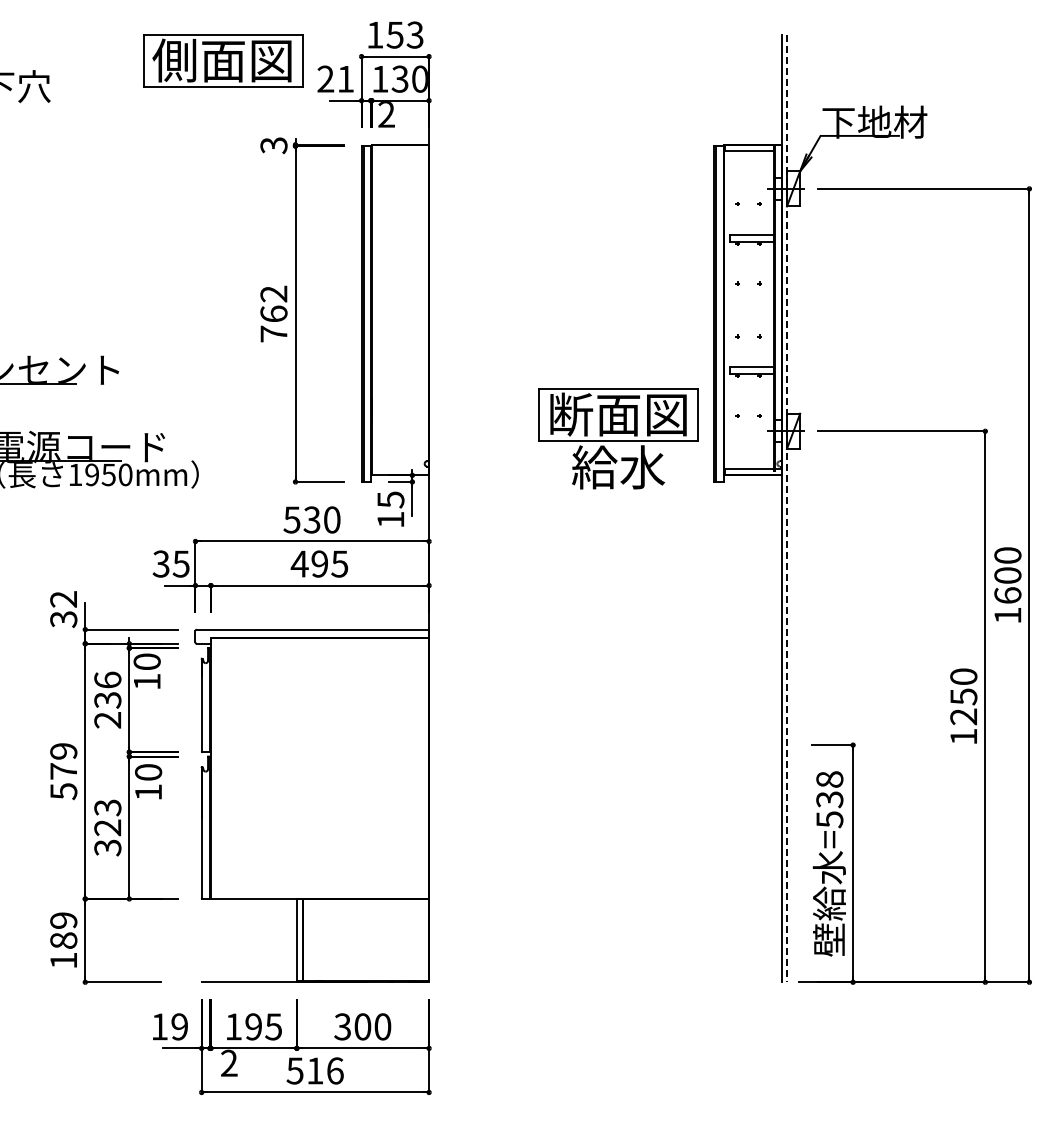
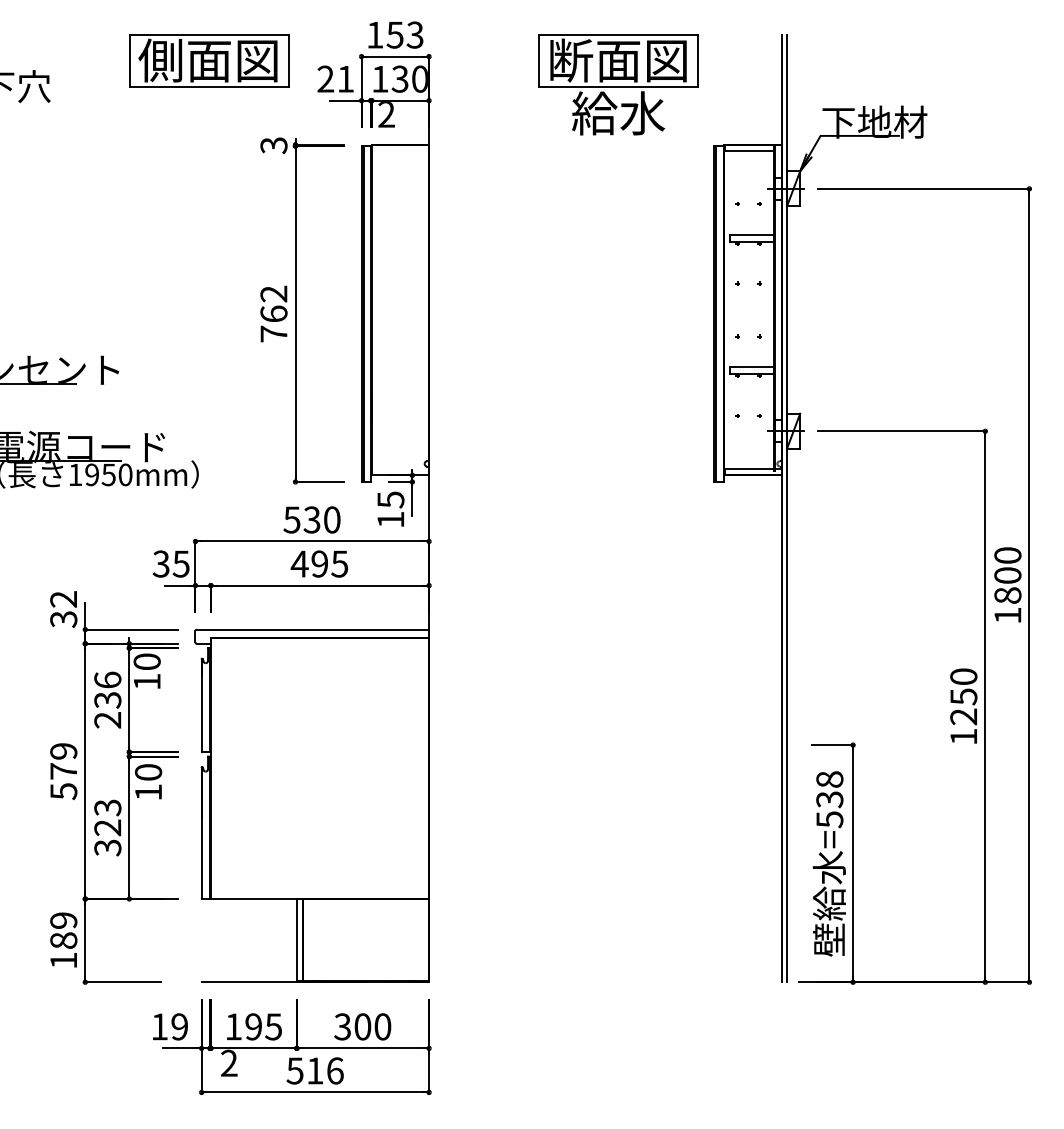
part at (223, 60) position: (223, 60) -> (209, 60)
part at (618, 438) position: (618, 438) -> (618, 84)
line at (786, 508): dashed -> solid
text at (1007, 595): 1600 -> 1800
